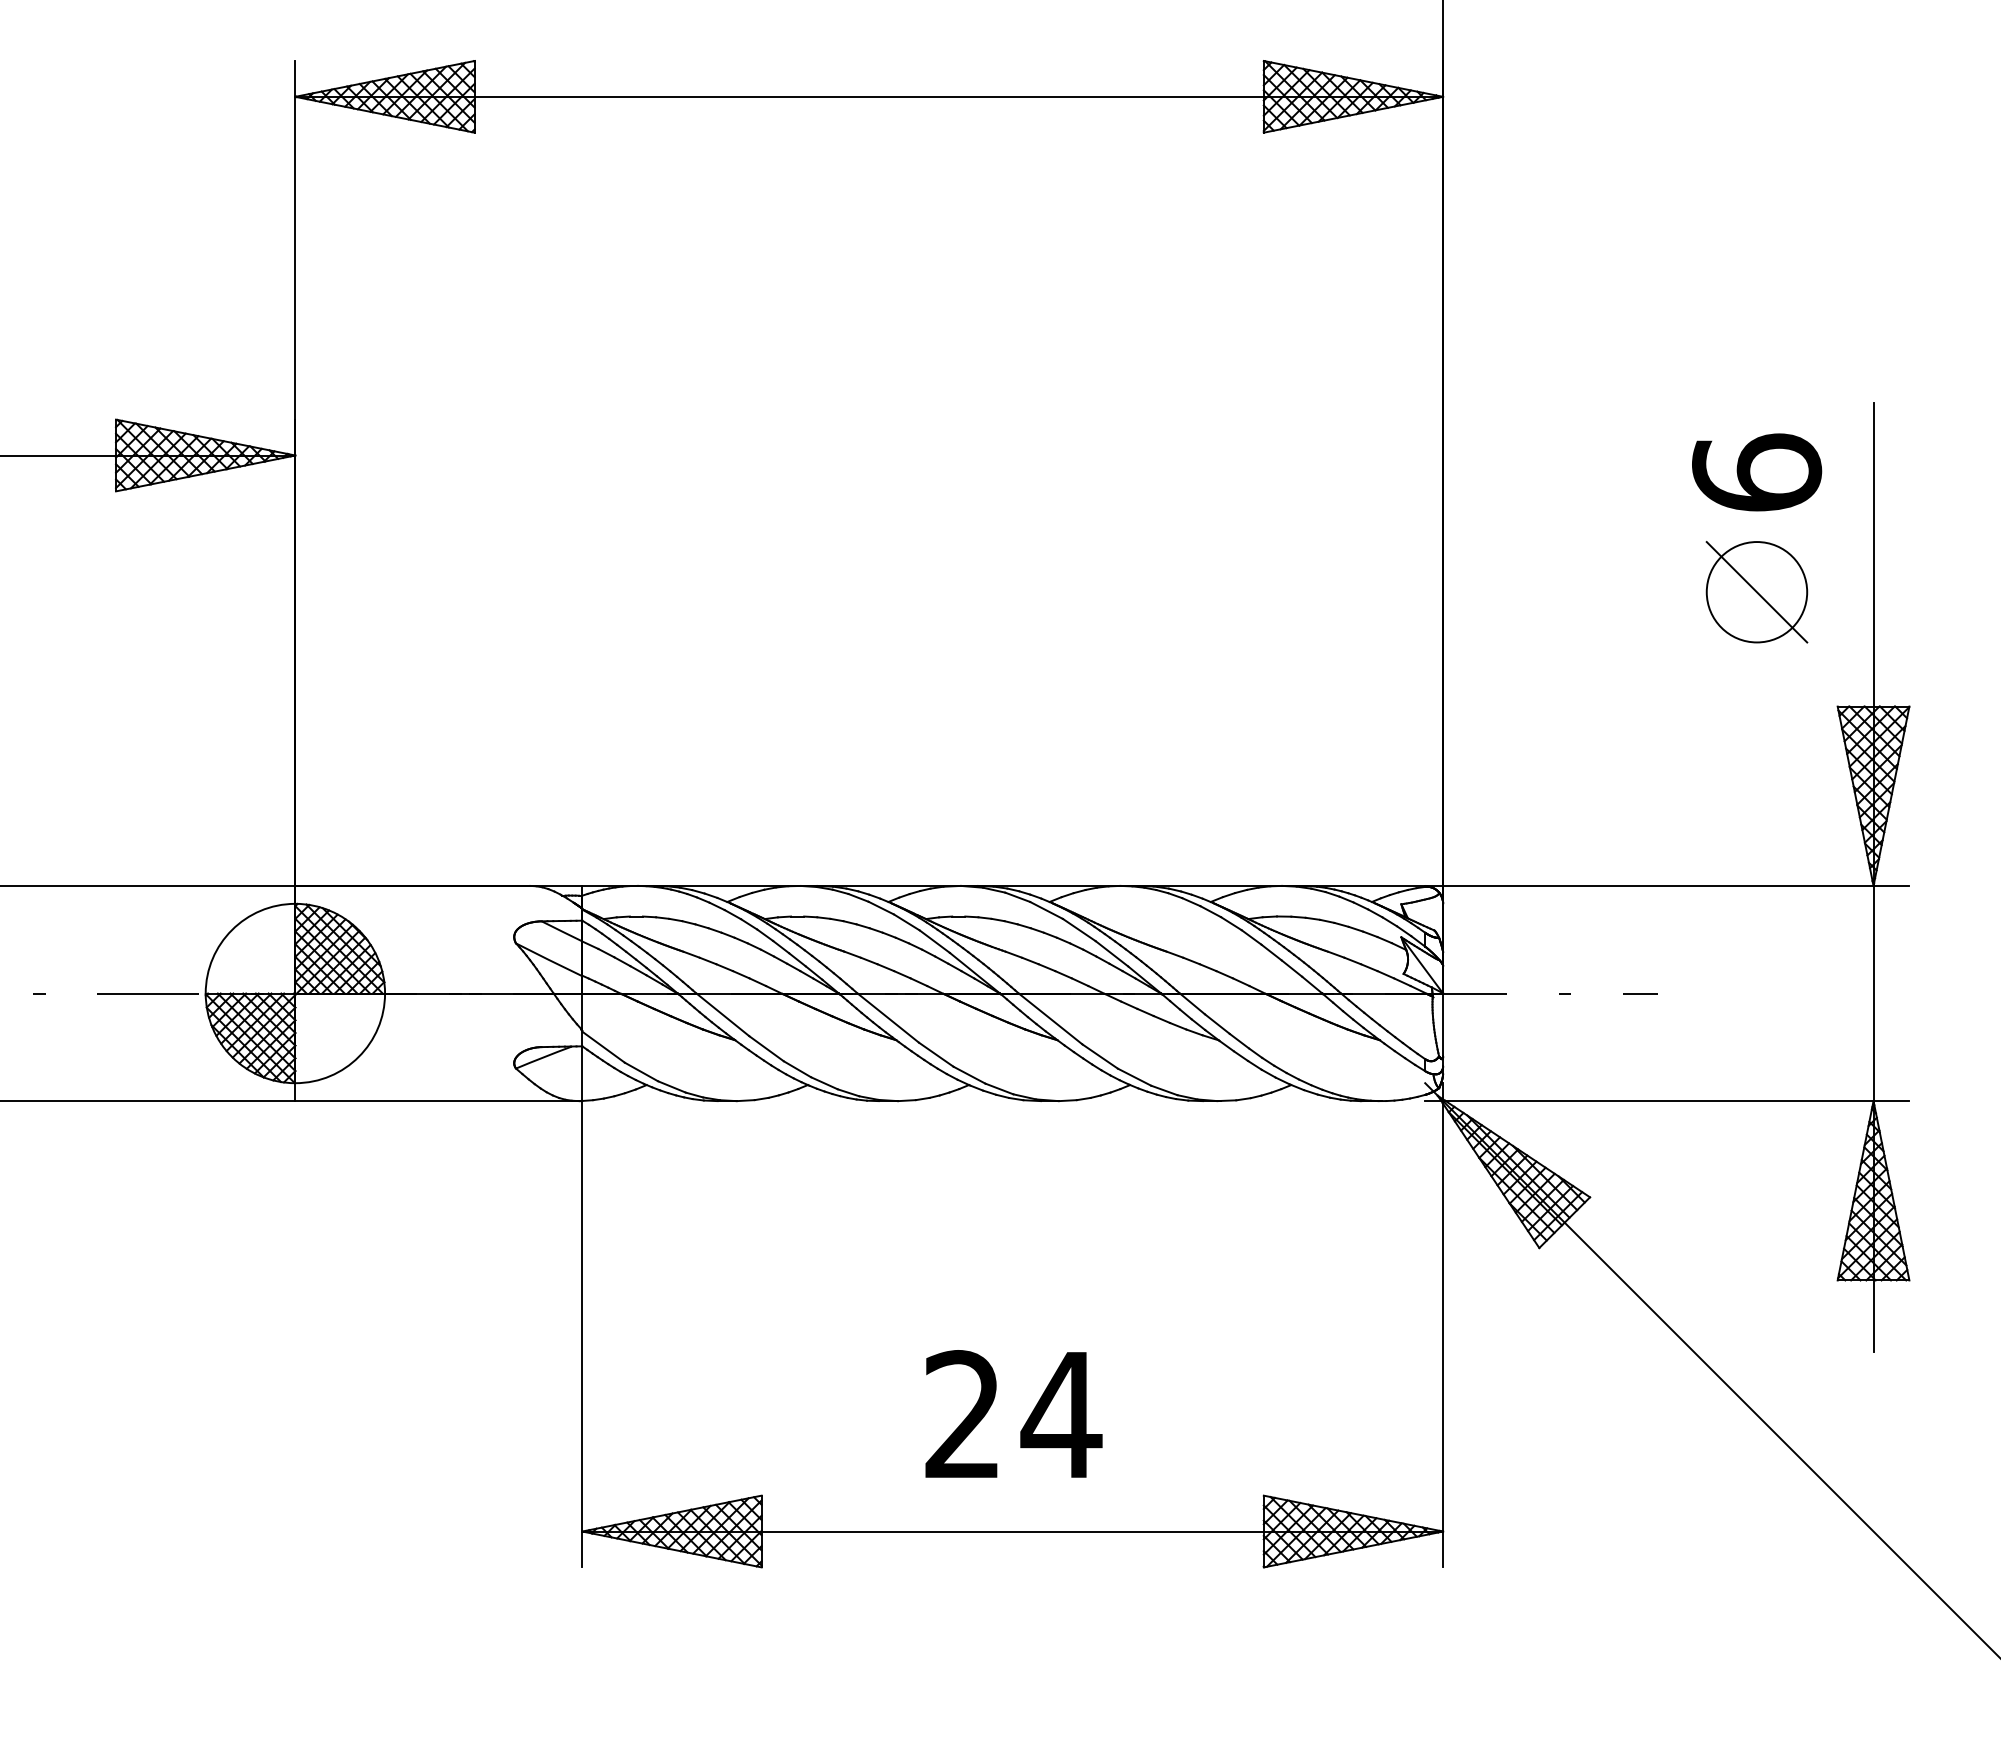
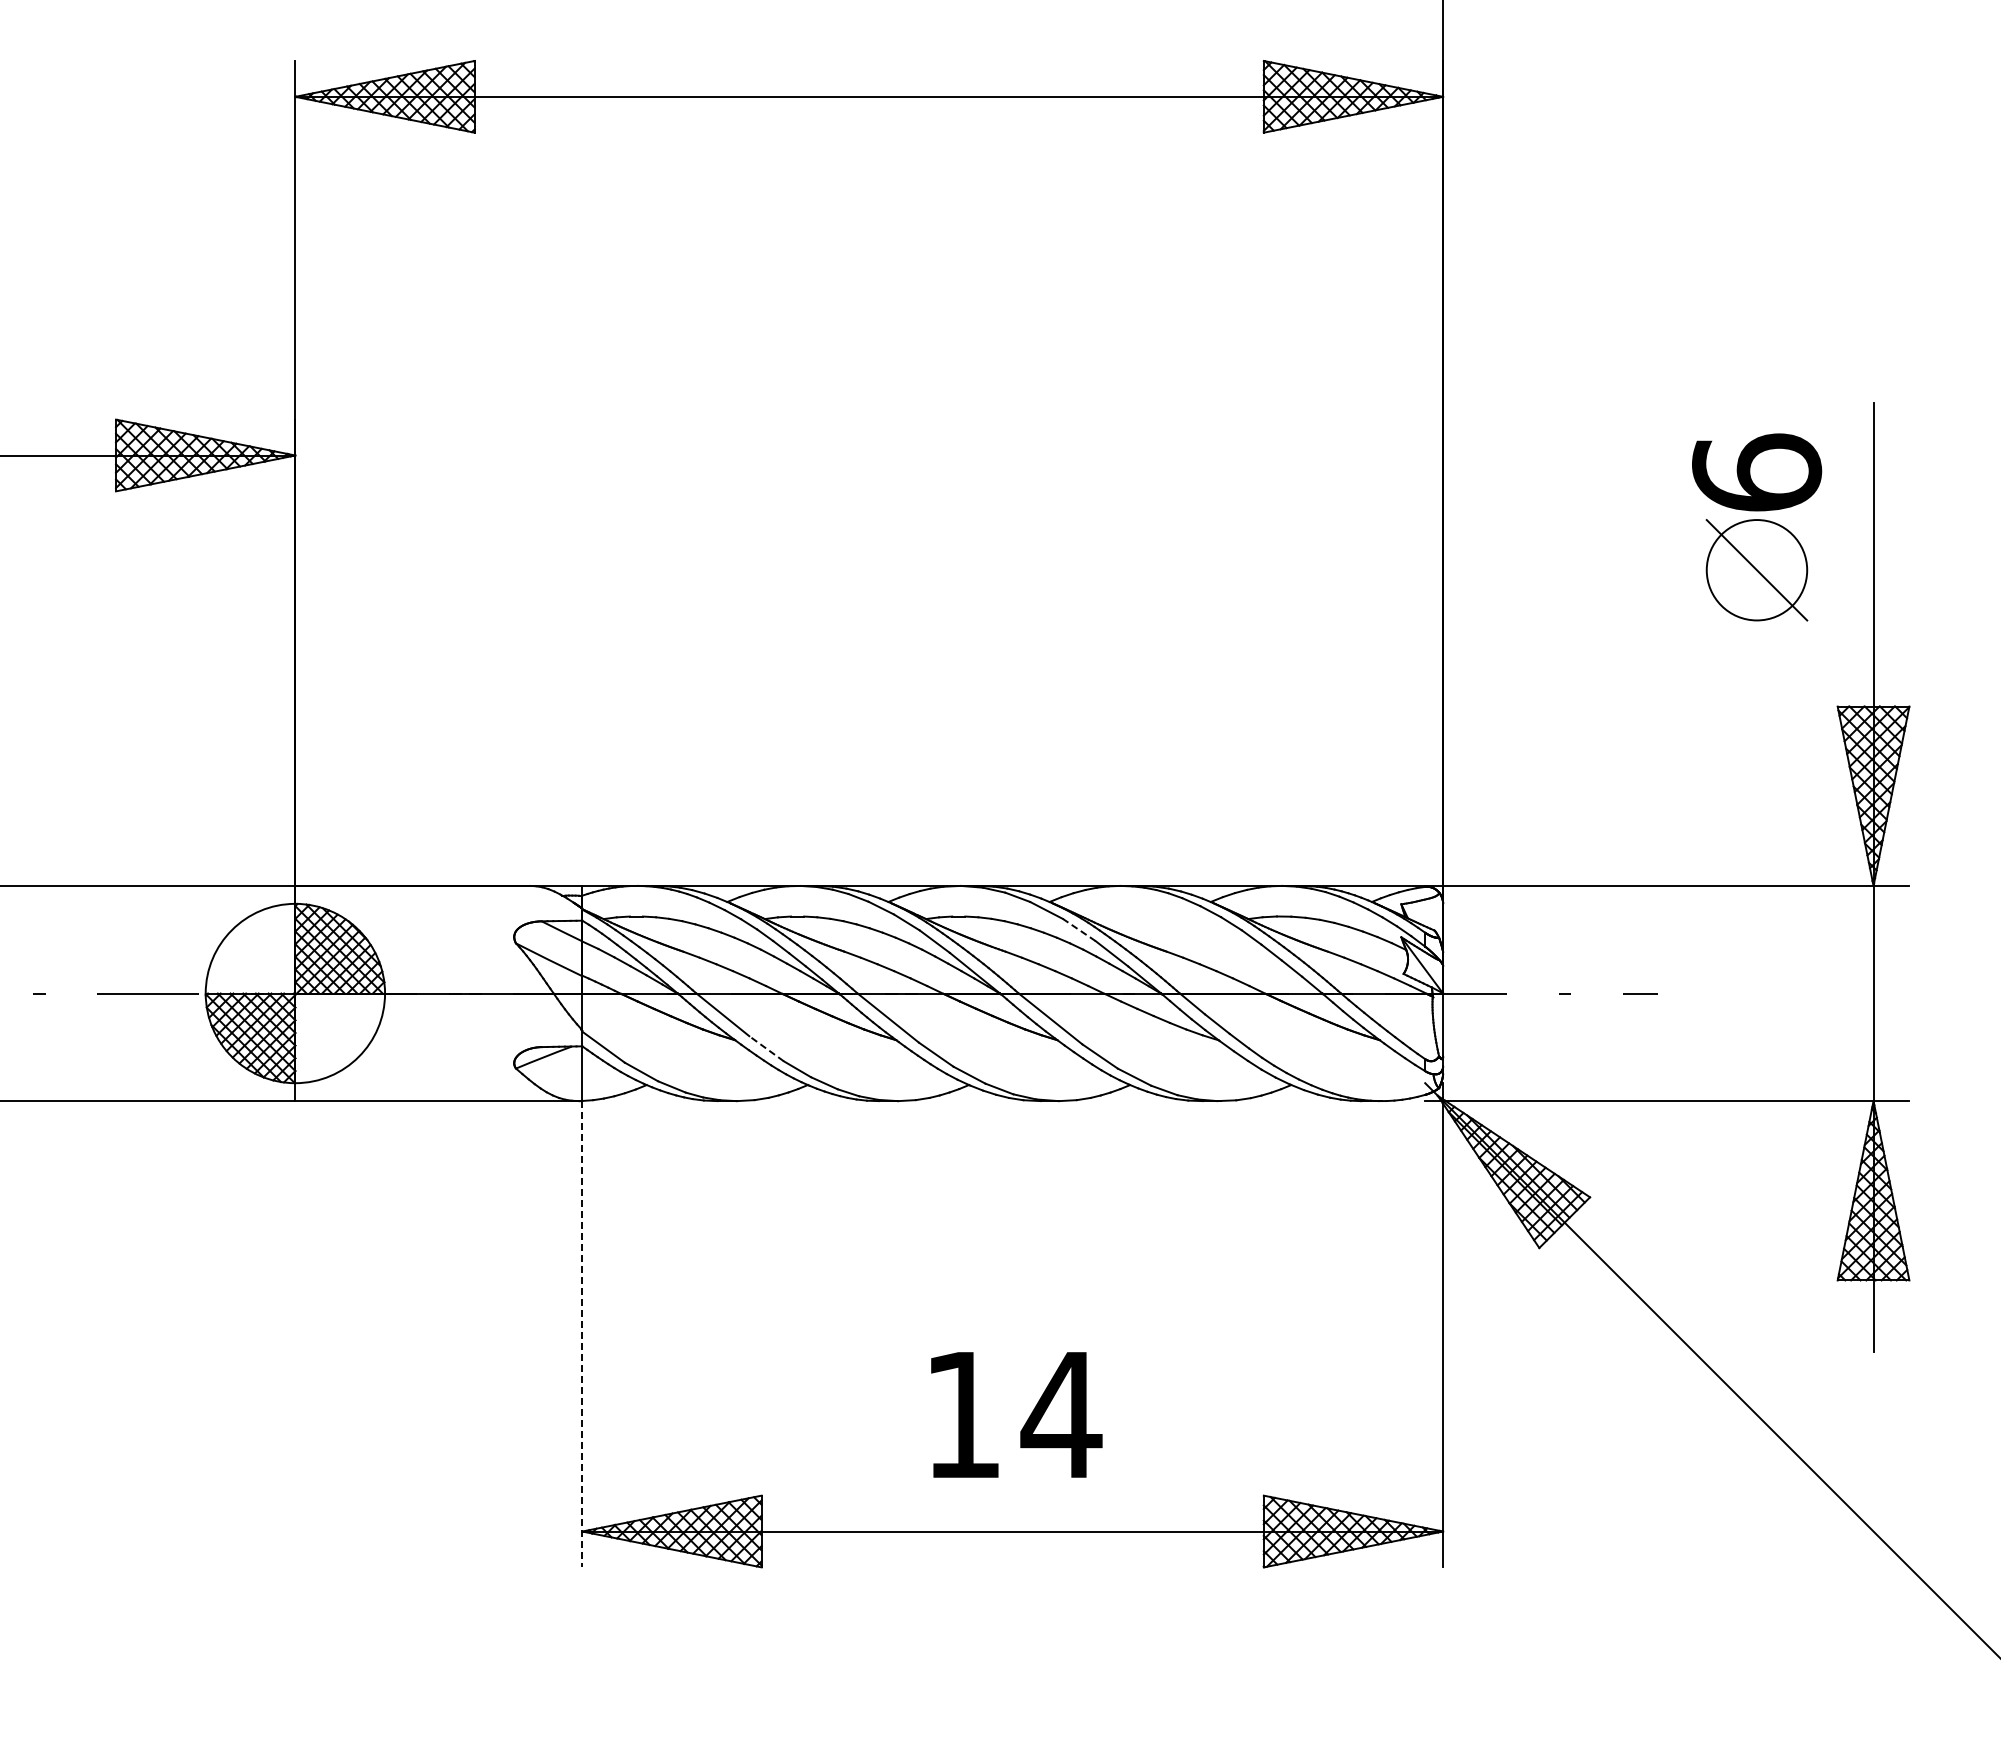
part at (1756, 592) position: (1756, 592) -> (1756, 570)
line at (1079, 930): solid -> dashed
line at (766, 1048): solid -> dashed
line at (582, 1334): solid -> dashed
text at (961, 1413): 24 -> 14
